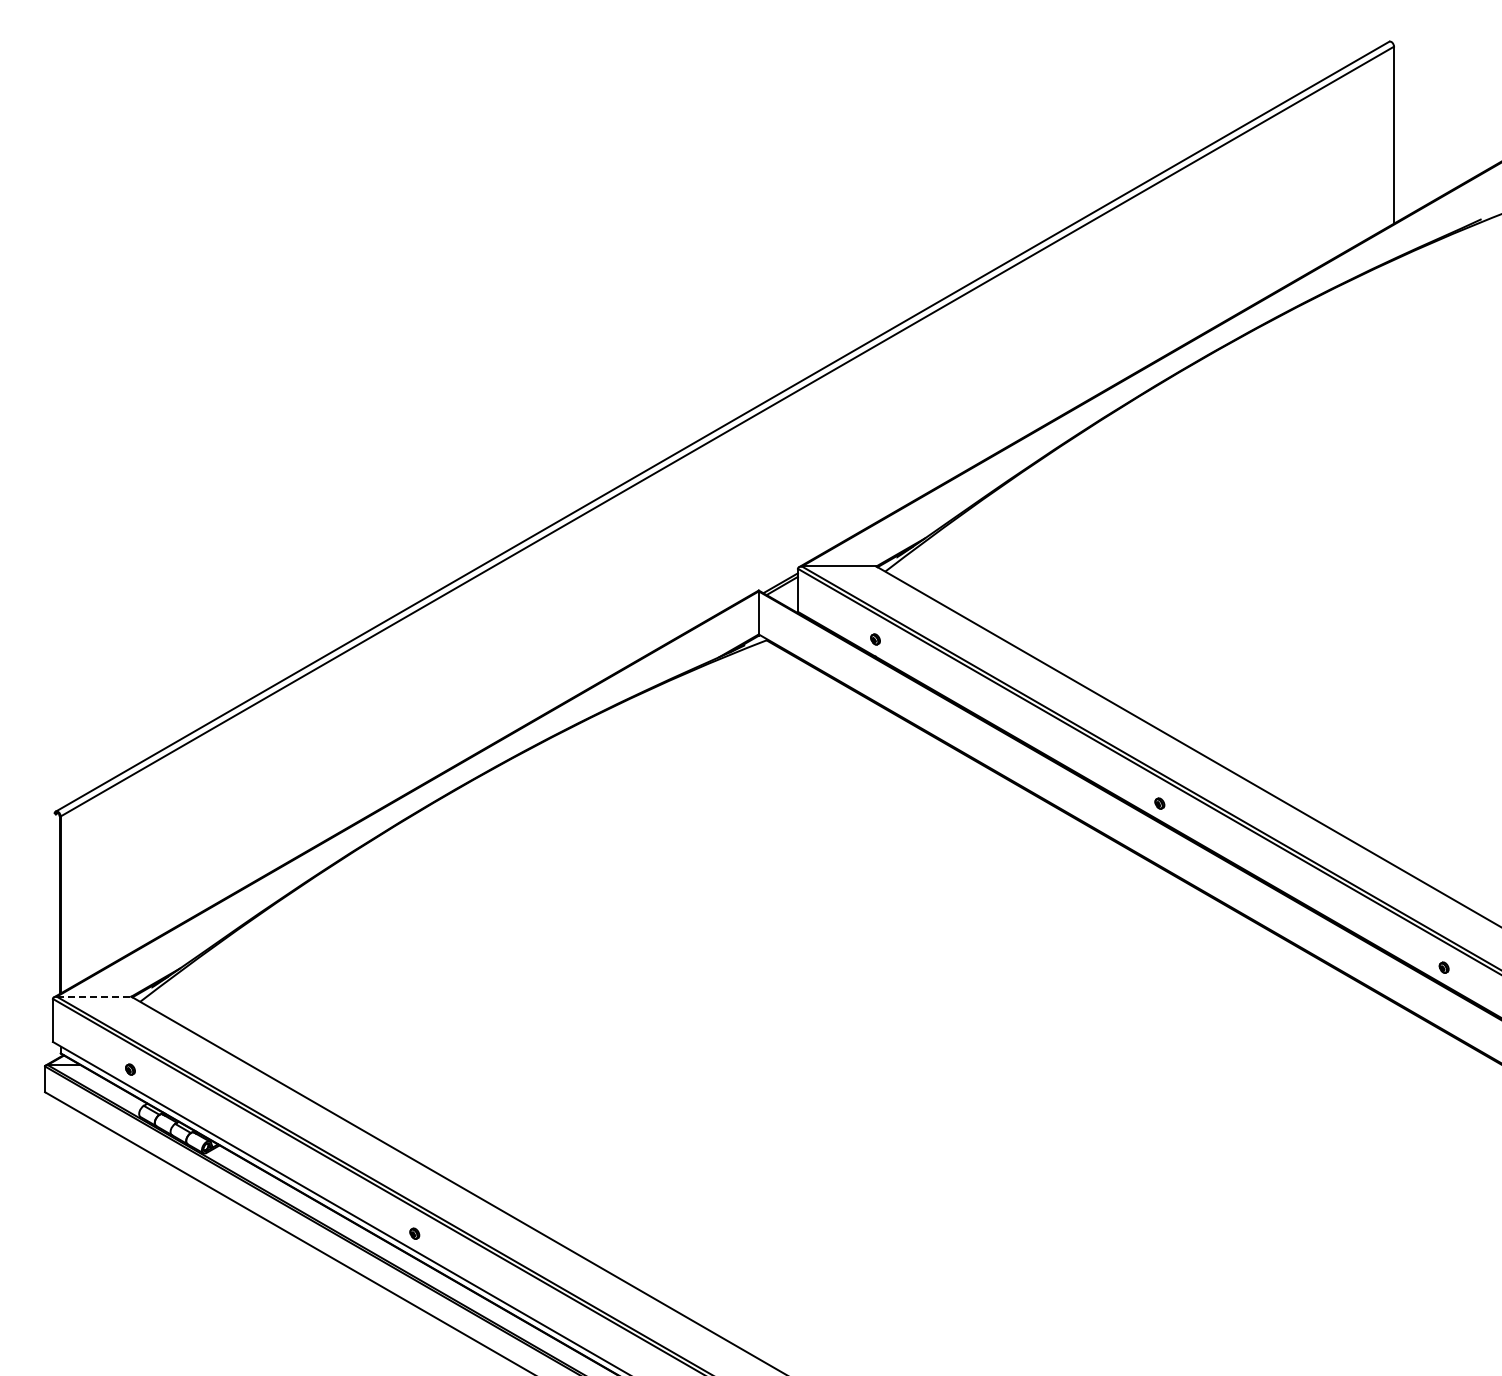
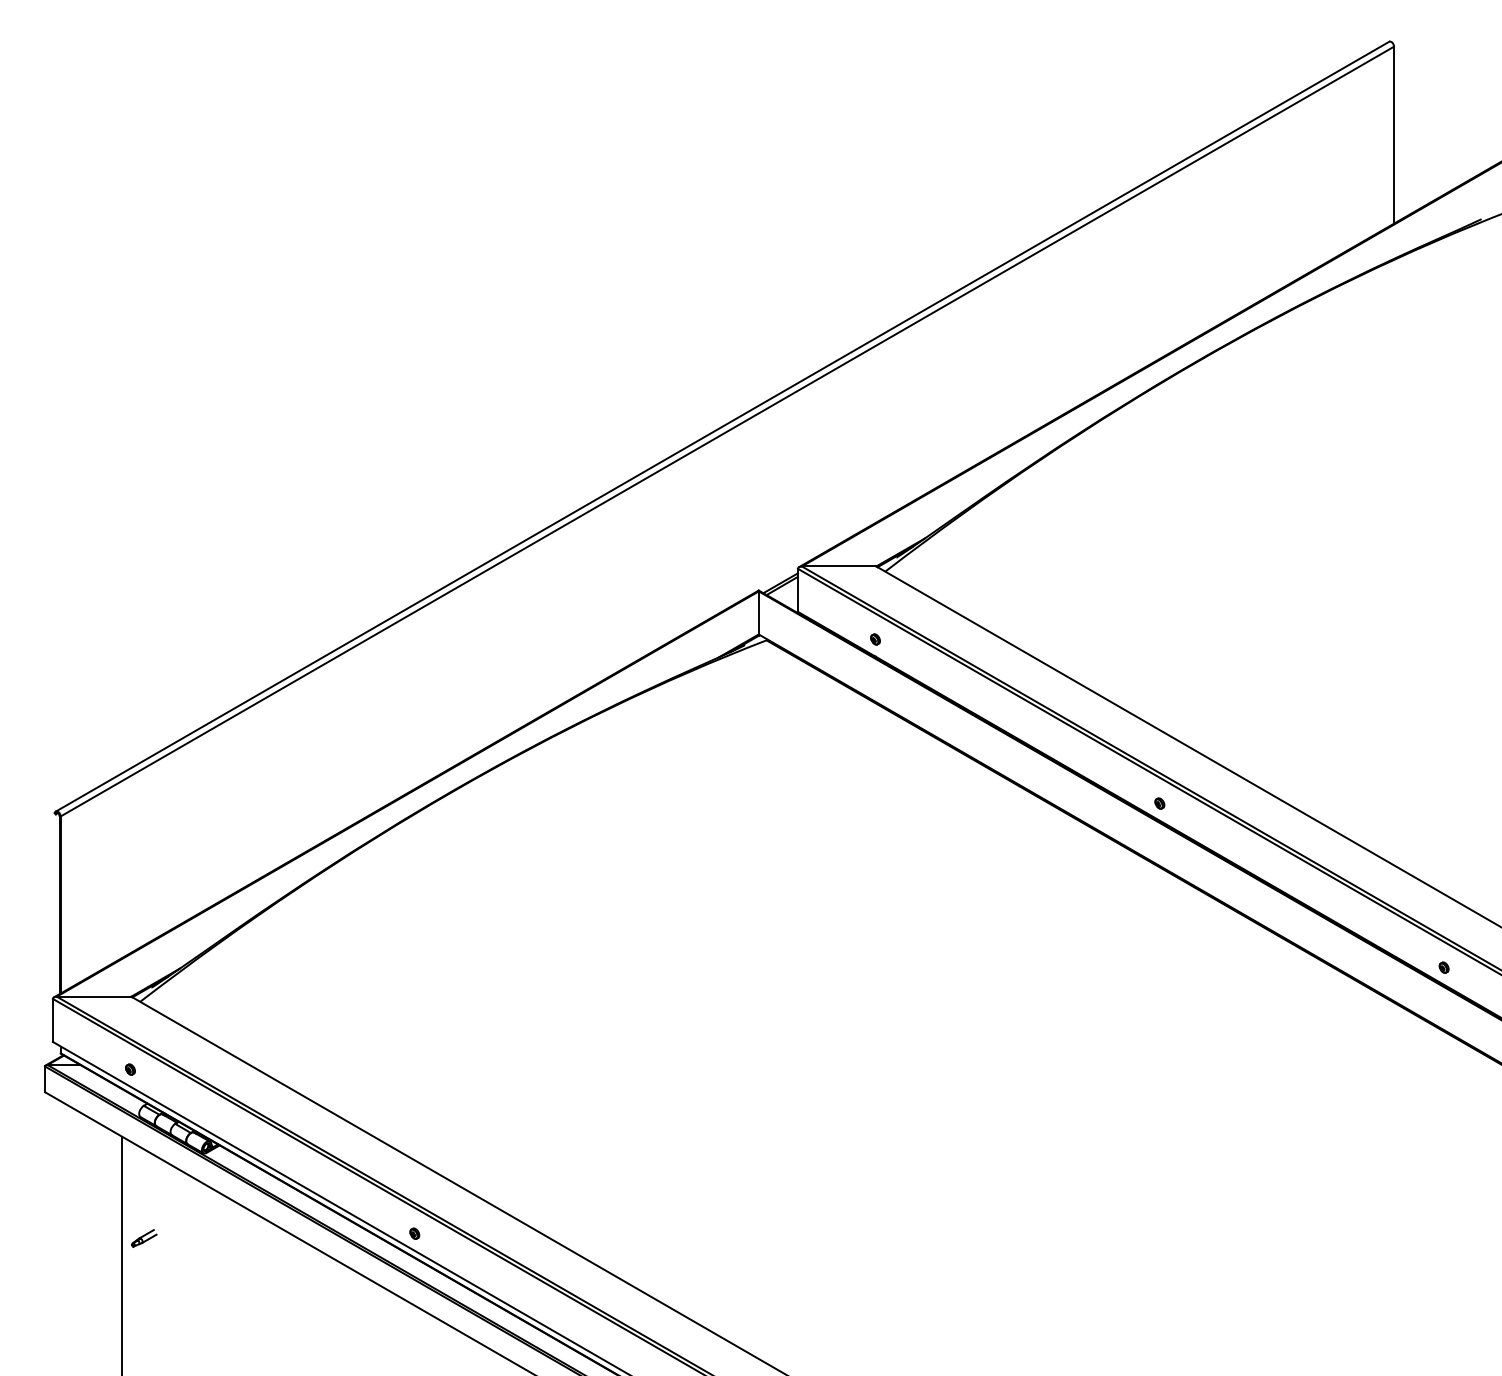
line at (94, 996): dashed -> solid
part at (144, 1238): none -> present
line at (122, 1254): none -> present
